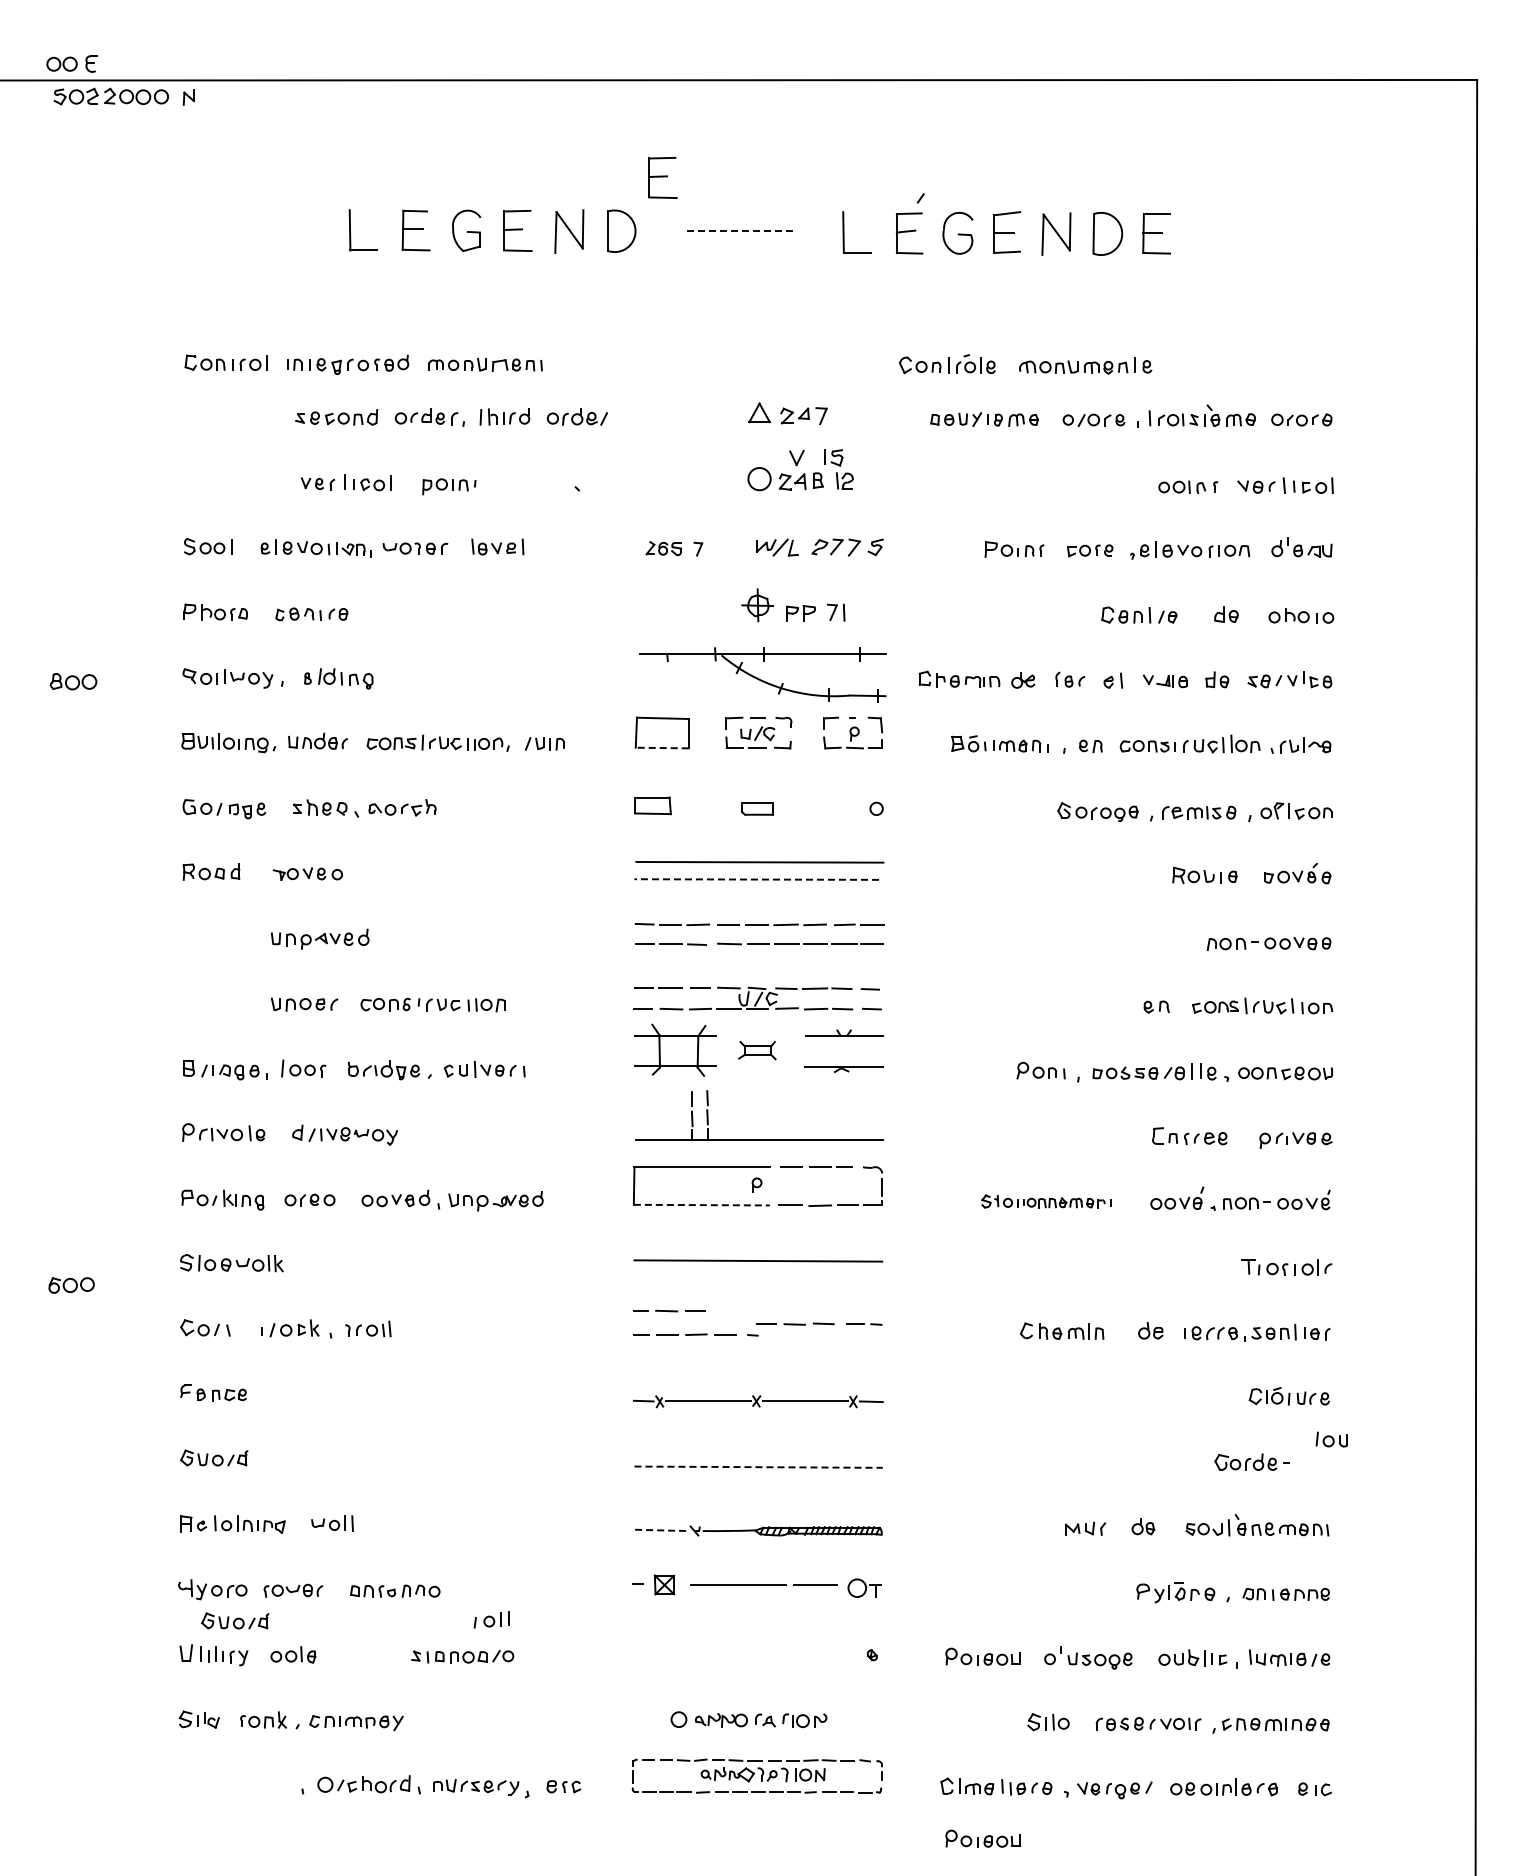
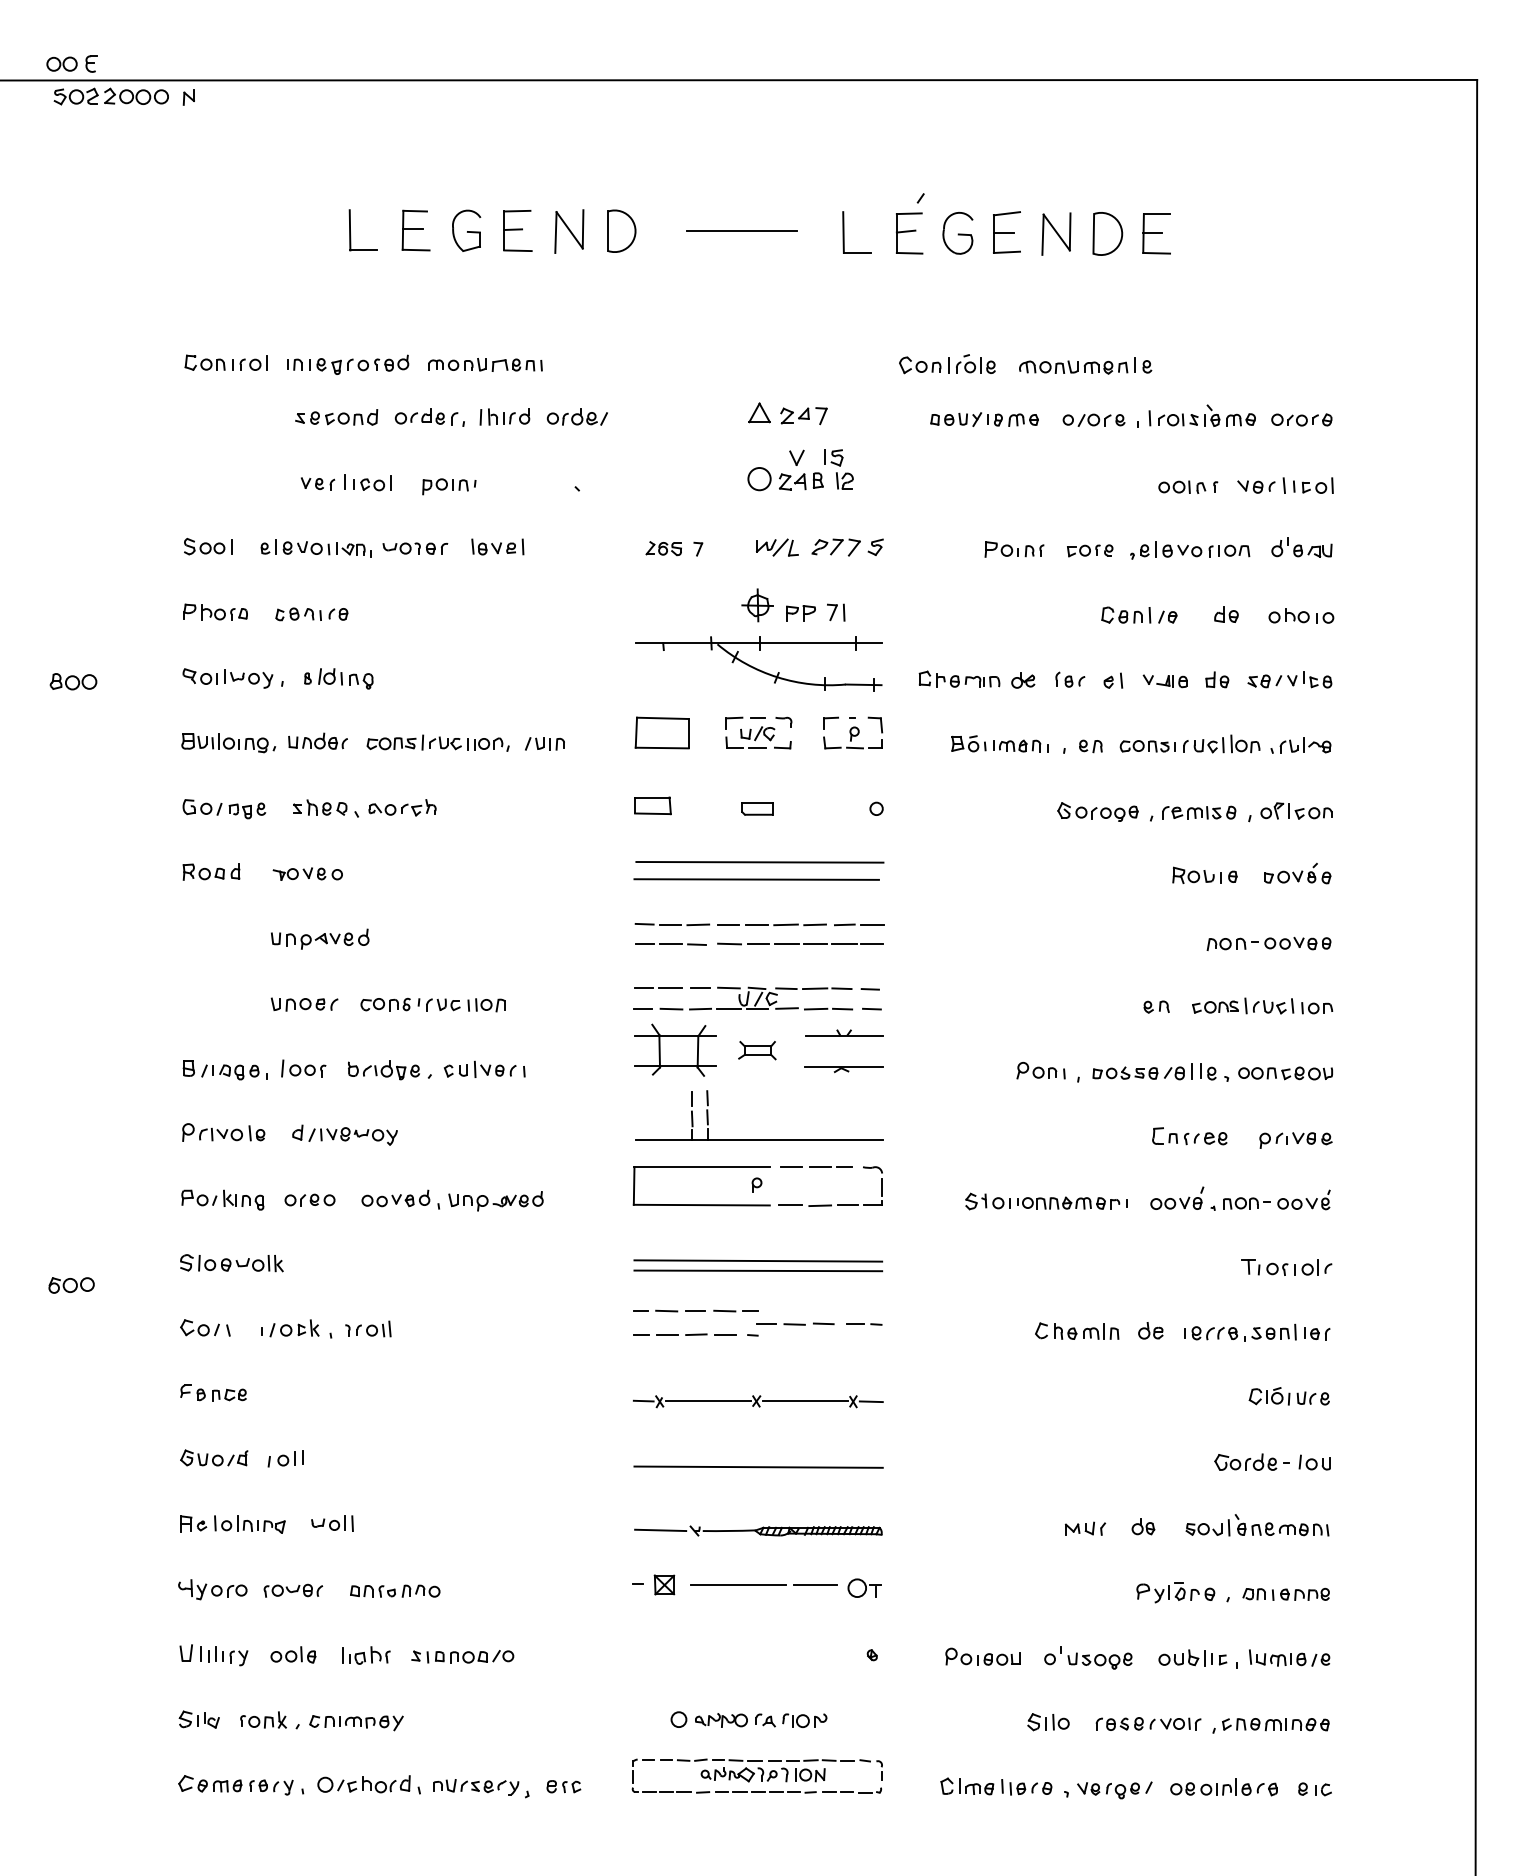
part at (662, 177): present -> none
line at (742, 231): dashed -> solid
part at (762, 674) position: (762, 674) -> (758, 663)
line at (661, 748): dashed -> solid
line at (756, 879): dashed -> solid
part at (1046, 1201) size: 131x15 px -> 163x19 px
line at (701, 1205): dashed -> solid
line at (758, 1270): none -> present
part at (735, 1310): none -> present
part at (1062, 1330) position: (1062, 1330) -> (1077, 1330)
part at (1331, 1439) position: (1331, 1439) -> (1314, 1462)
line at (759, 1467): dashed -> solid
line at (660, 1530): dashed -> solid
part at (491, 1619) position: (491, 1619) -> (285, 1458)
part at (235, 1620): present -> none
part at (366, 1655): none -> present
part at (235, 1785): none -> present
part at (982, 1838): present -> none
